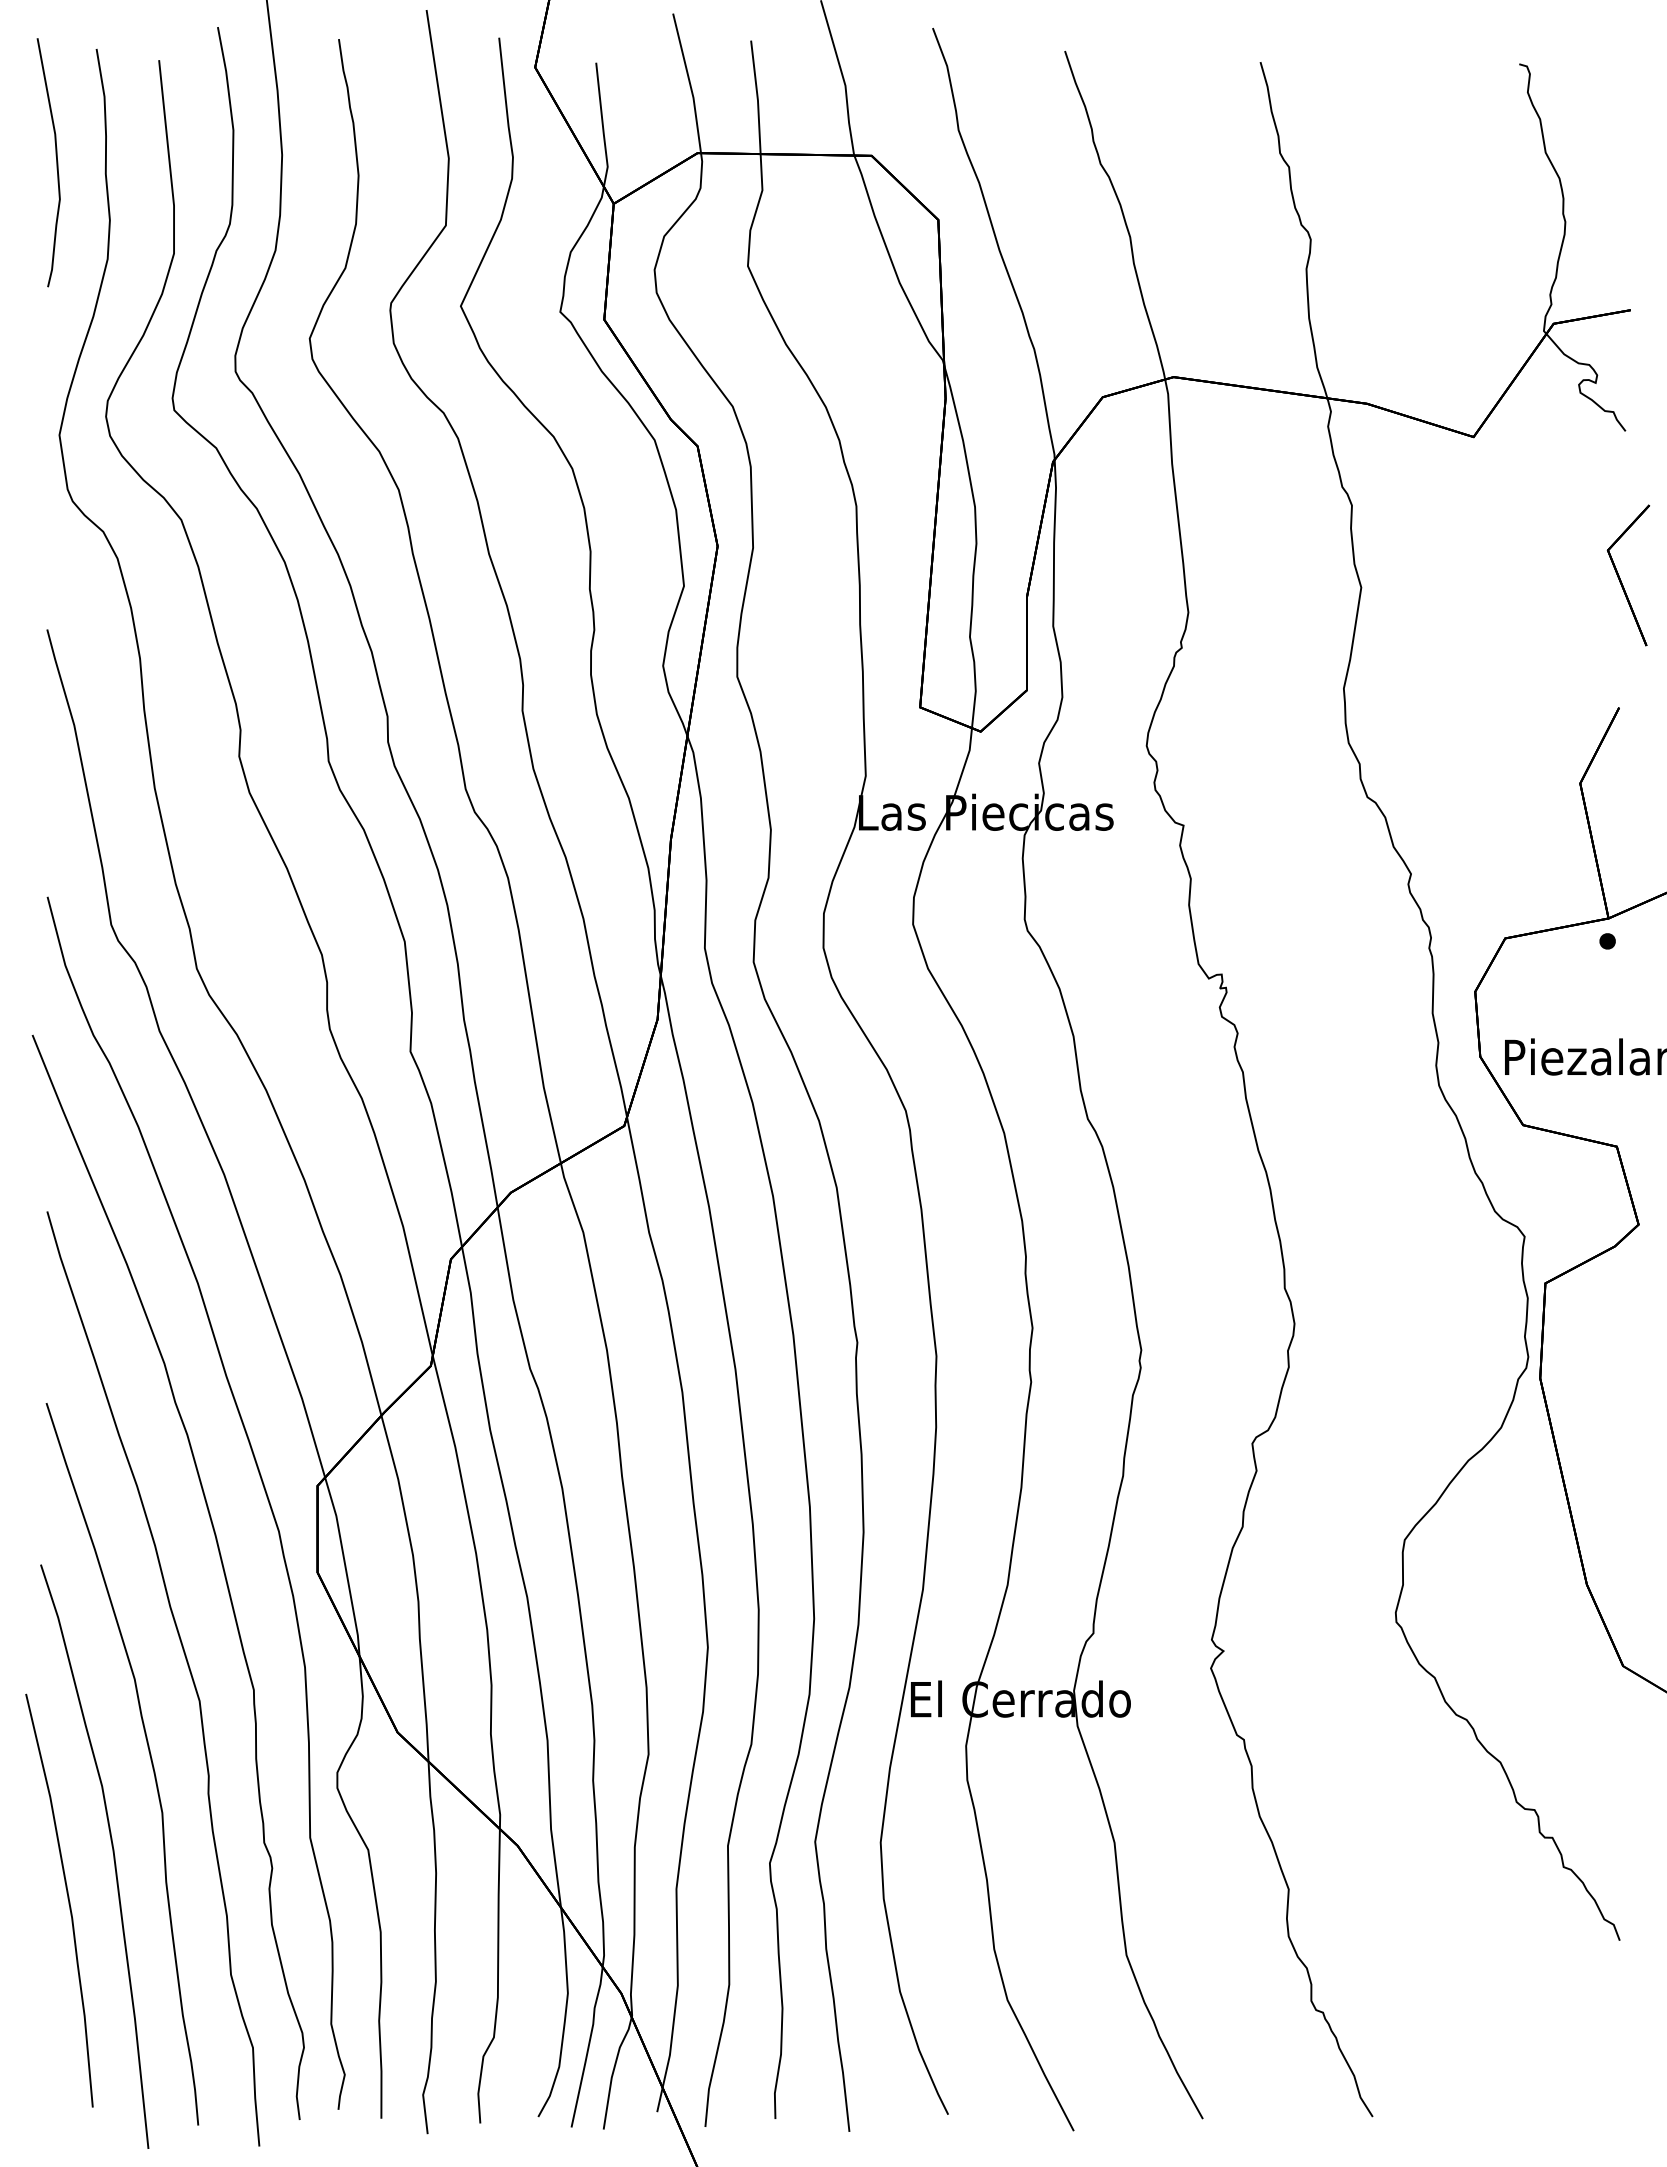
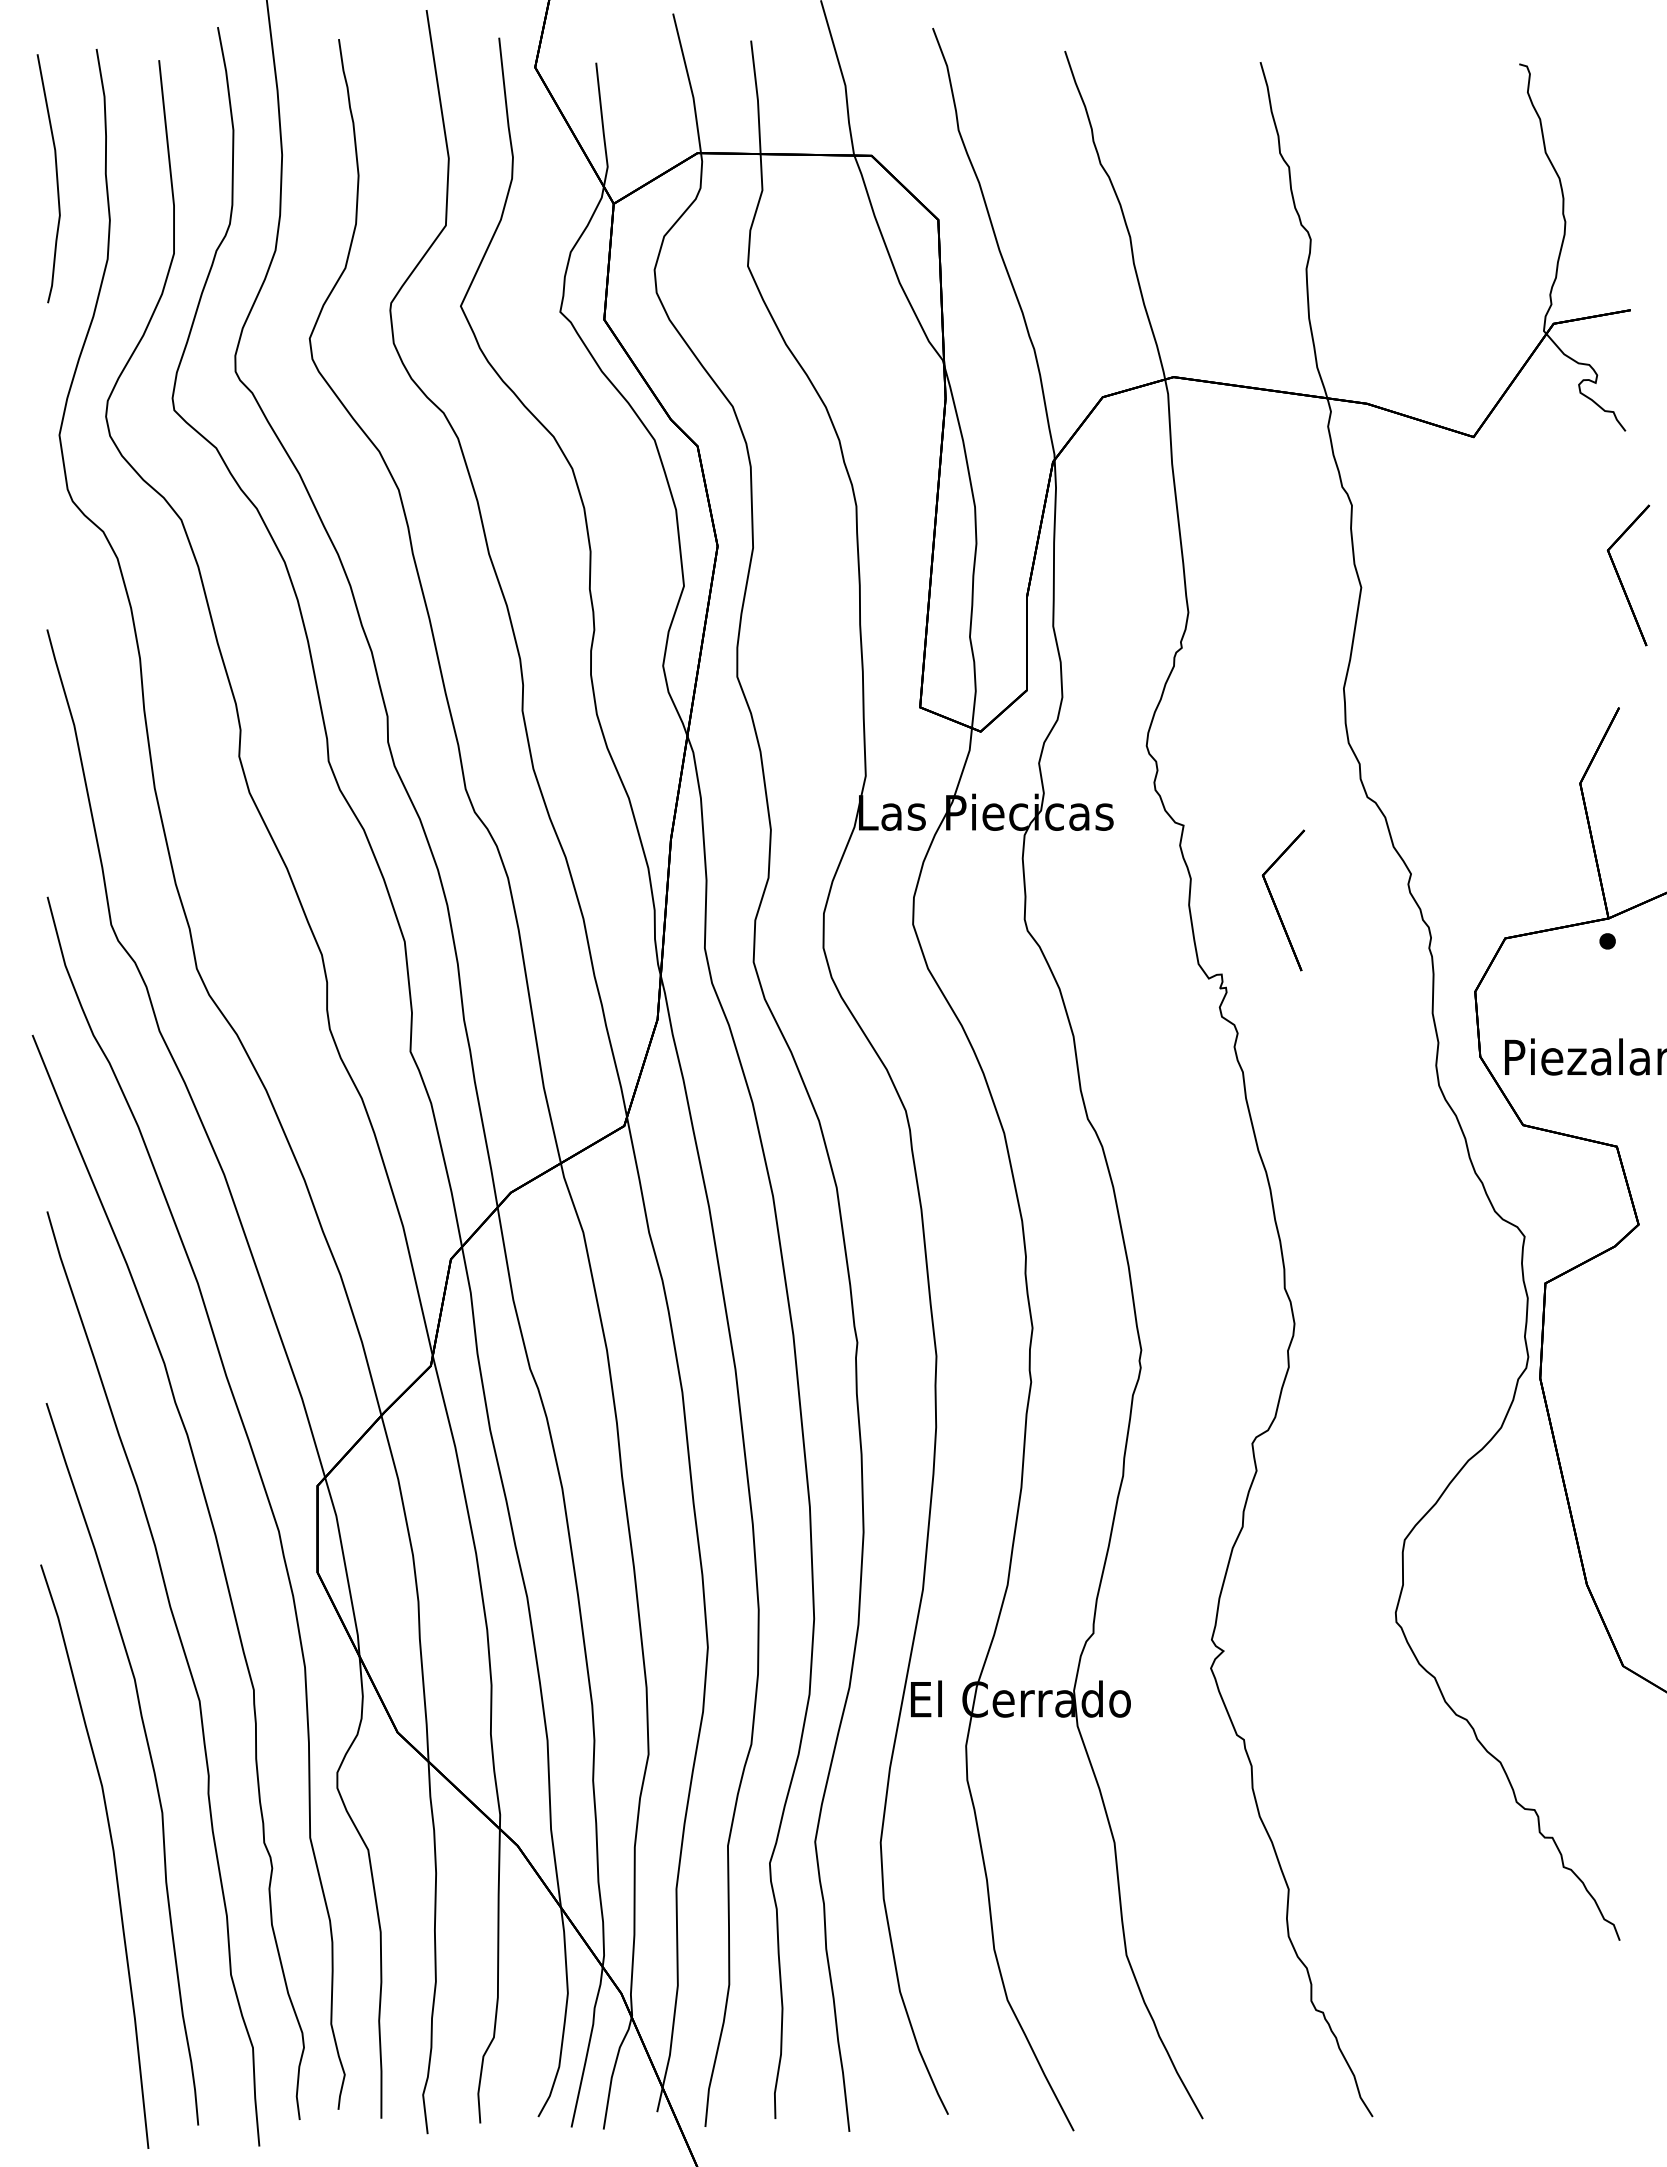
curve at (56, 162) position: (56, 162) -> (56, 178)
part at (1275, 902): none -> present
part at (67, 1899): present -> none
